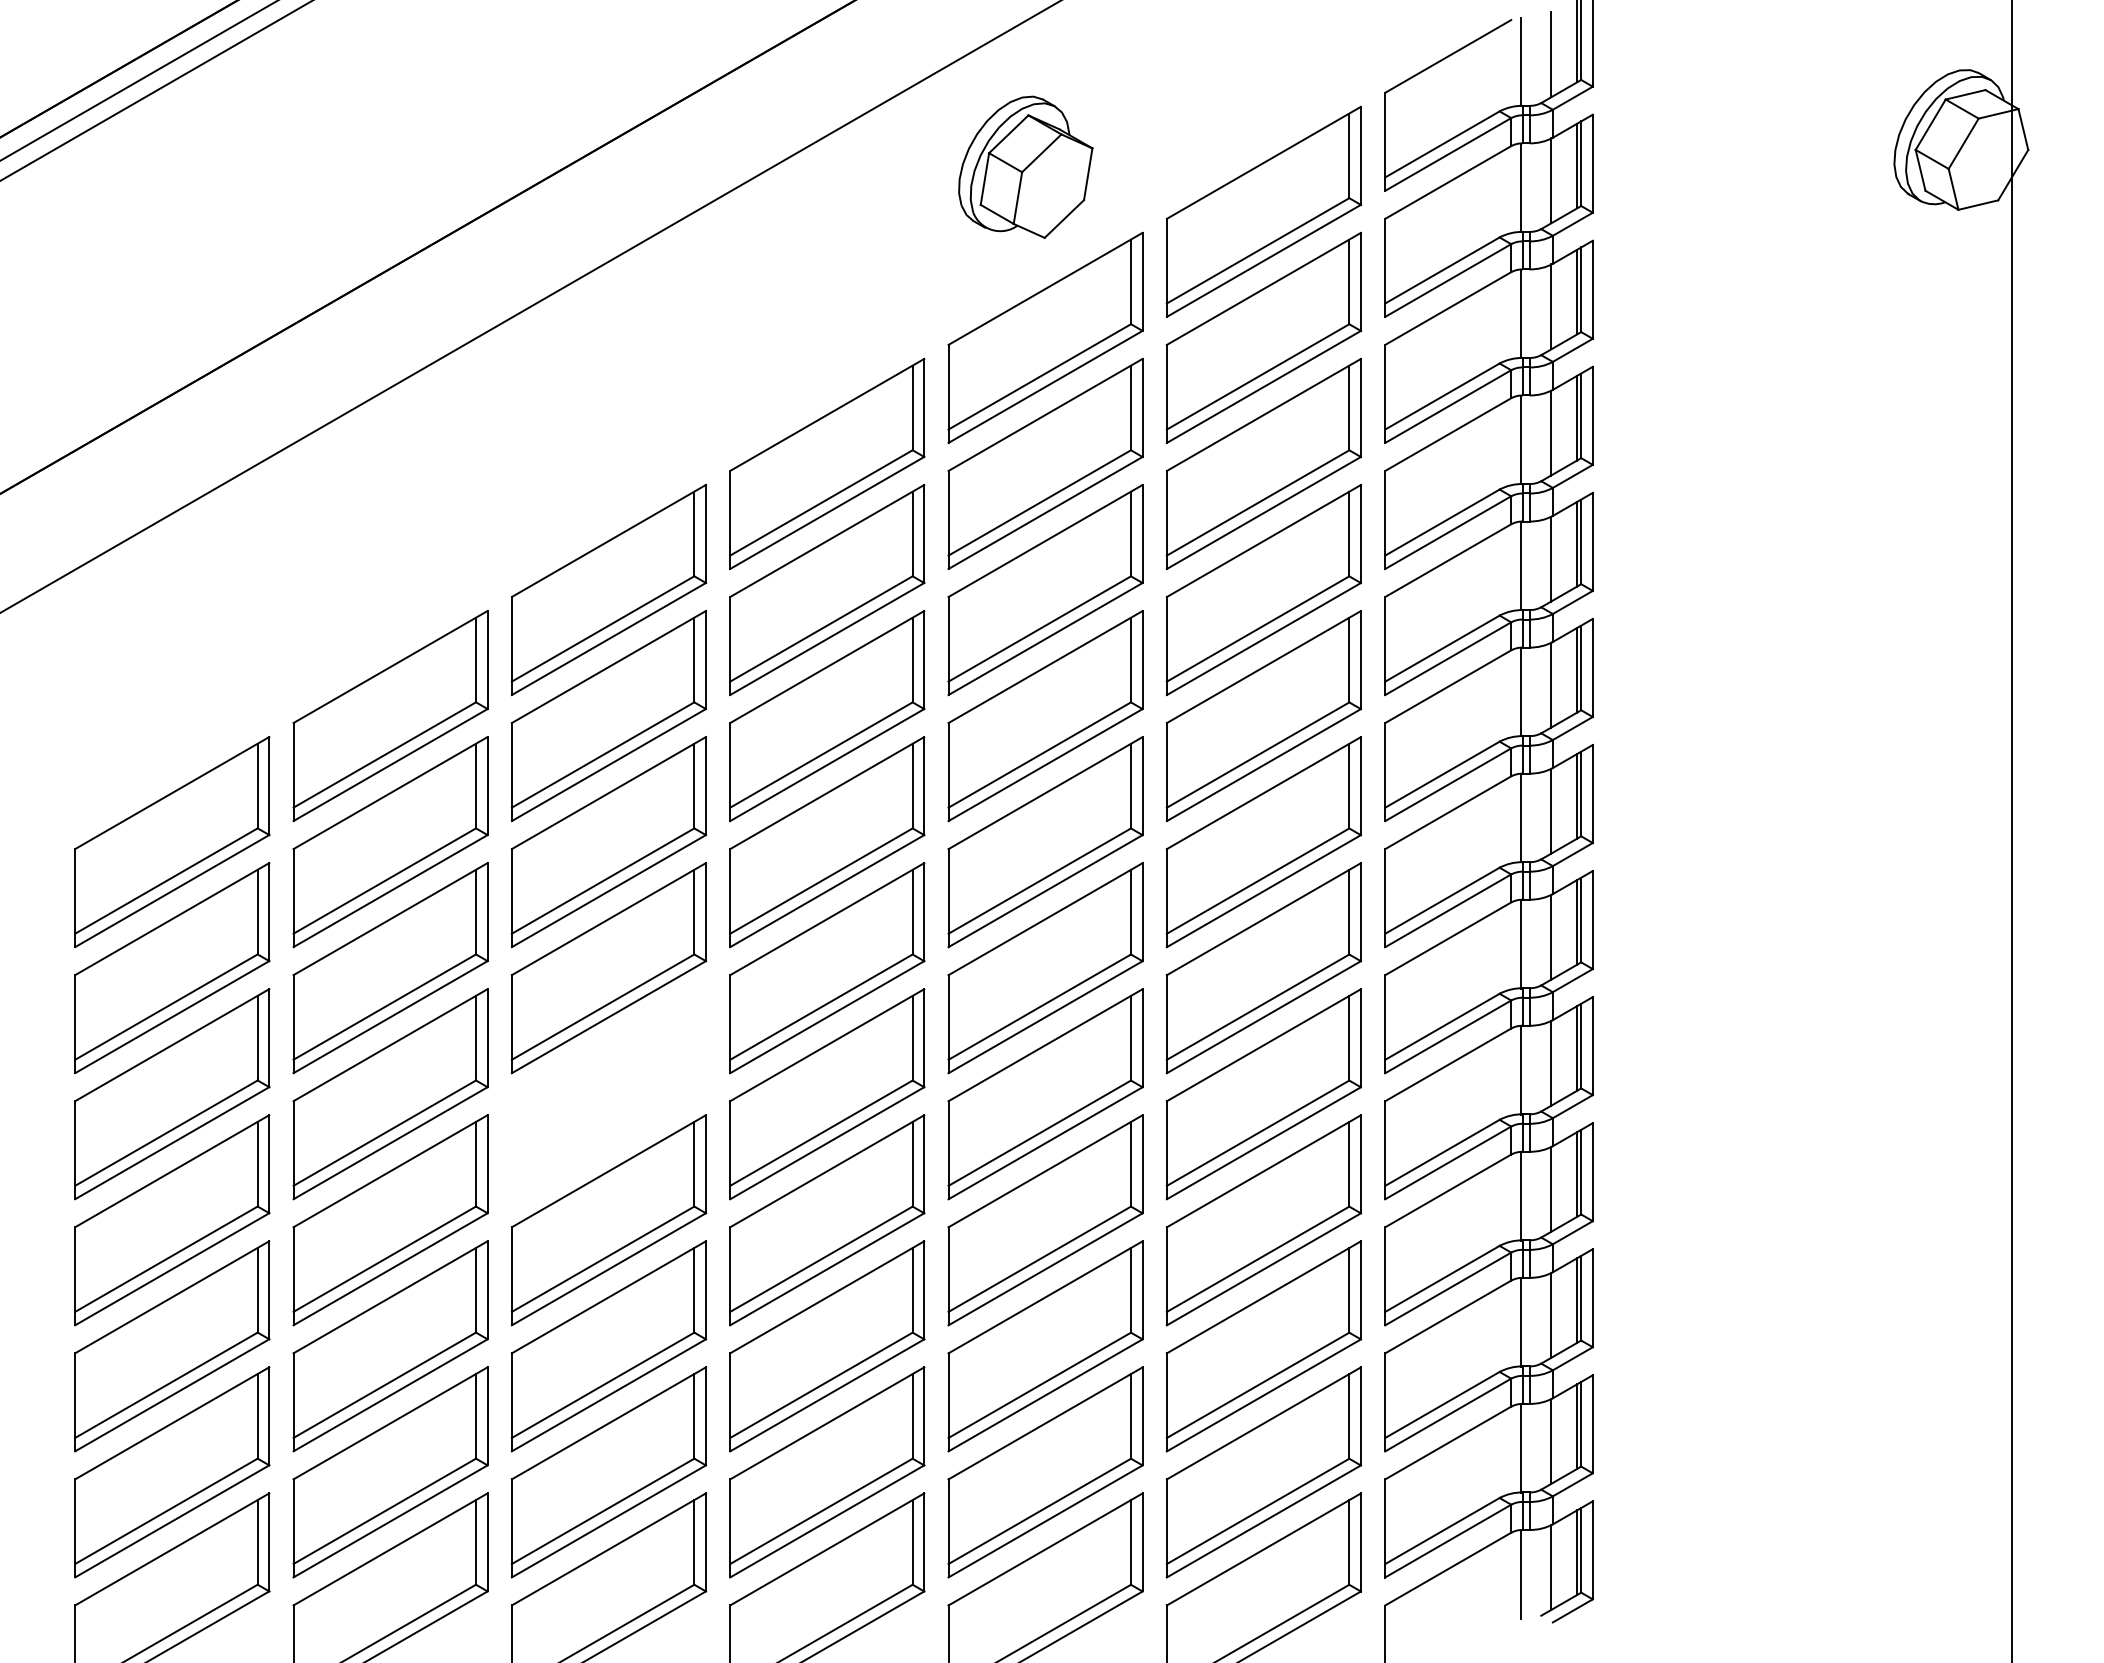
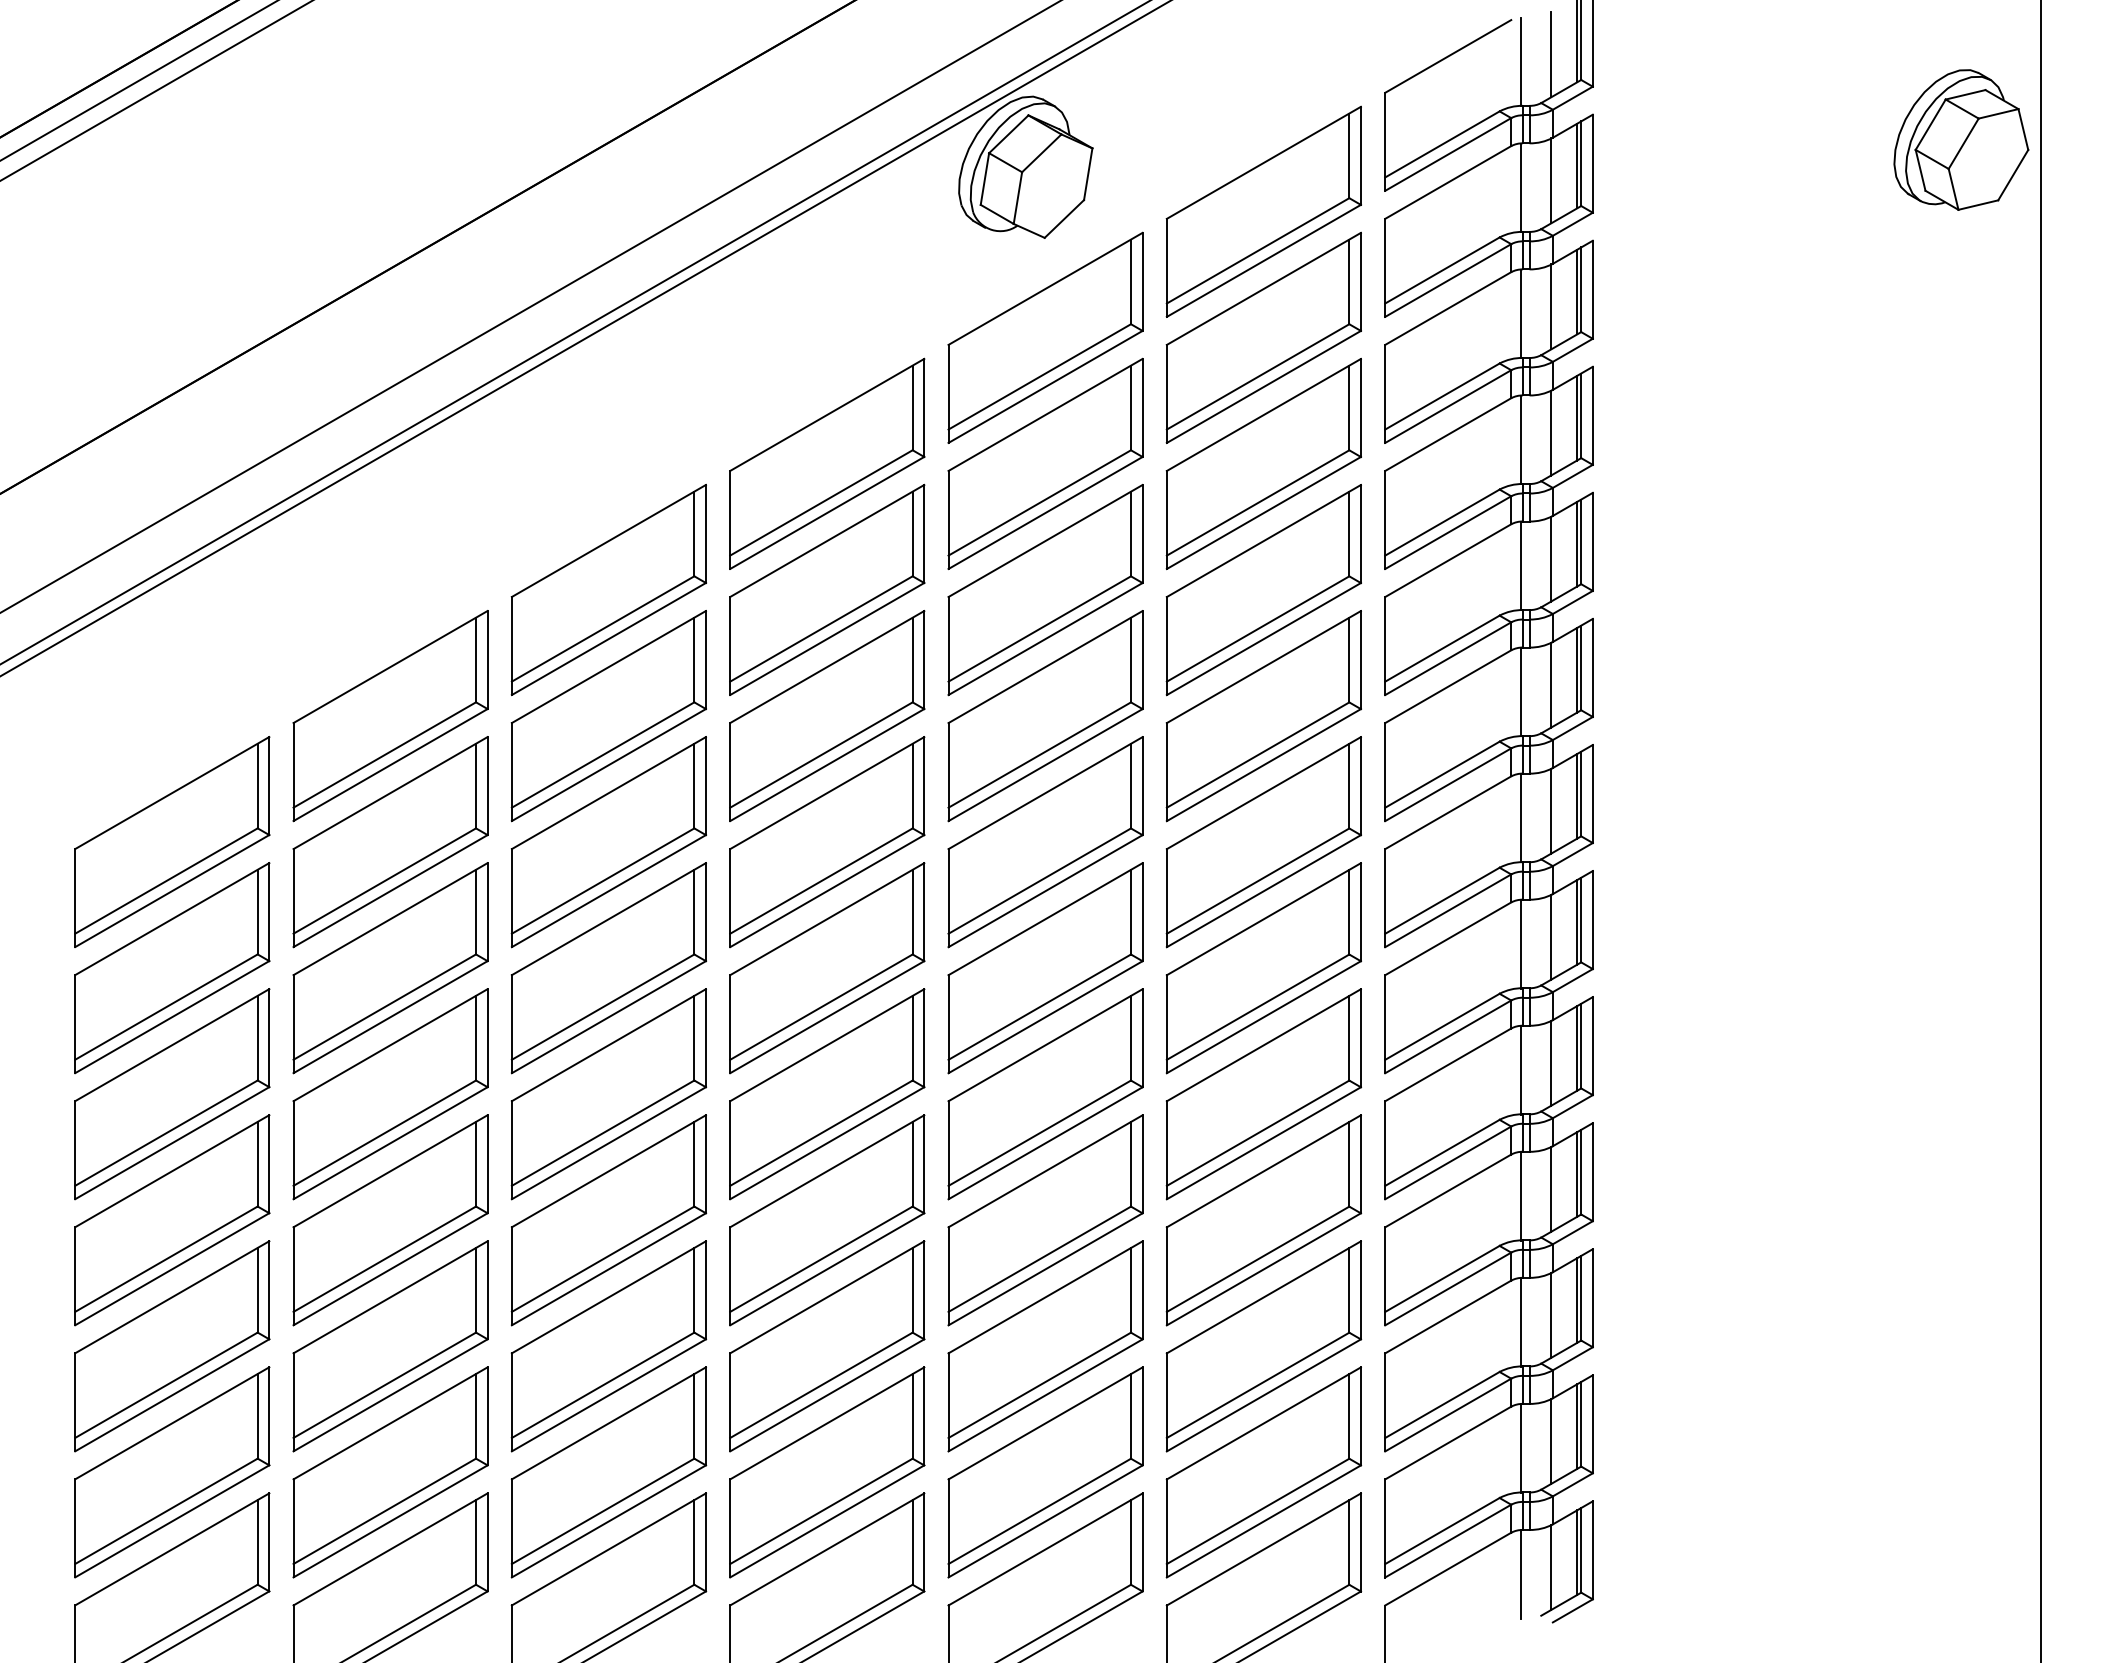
line at (574, 332): none -> present
line at (584, 338): none -> present
line at (2011, 830) position: (2011, 830) -> (2040, 830)
part at (608, 1094): none -> present
